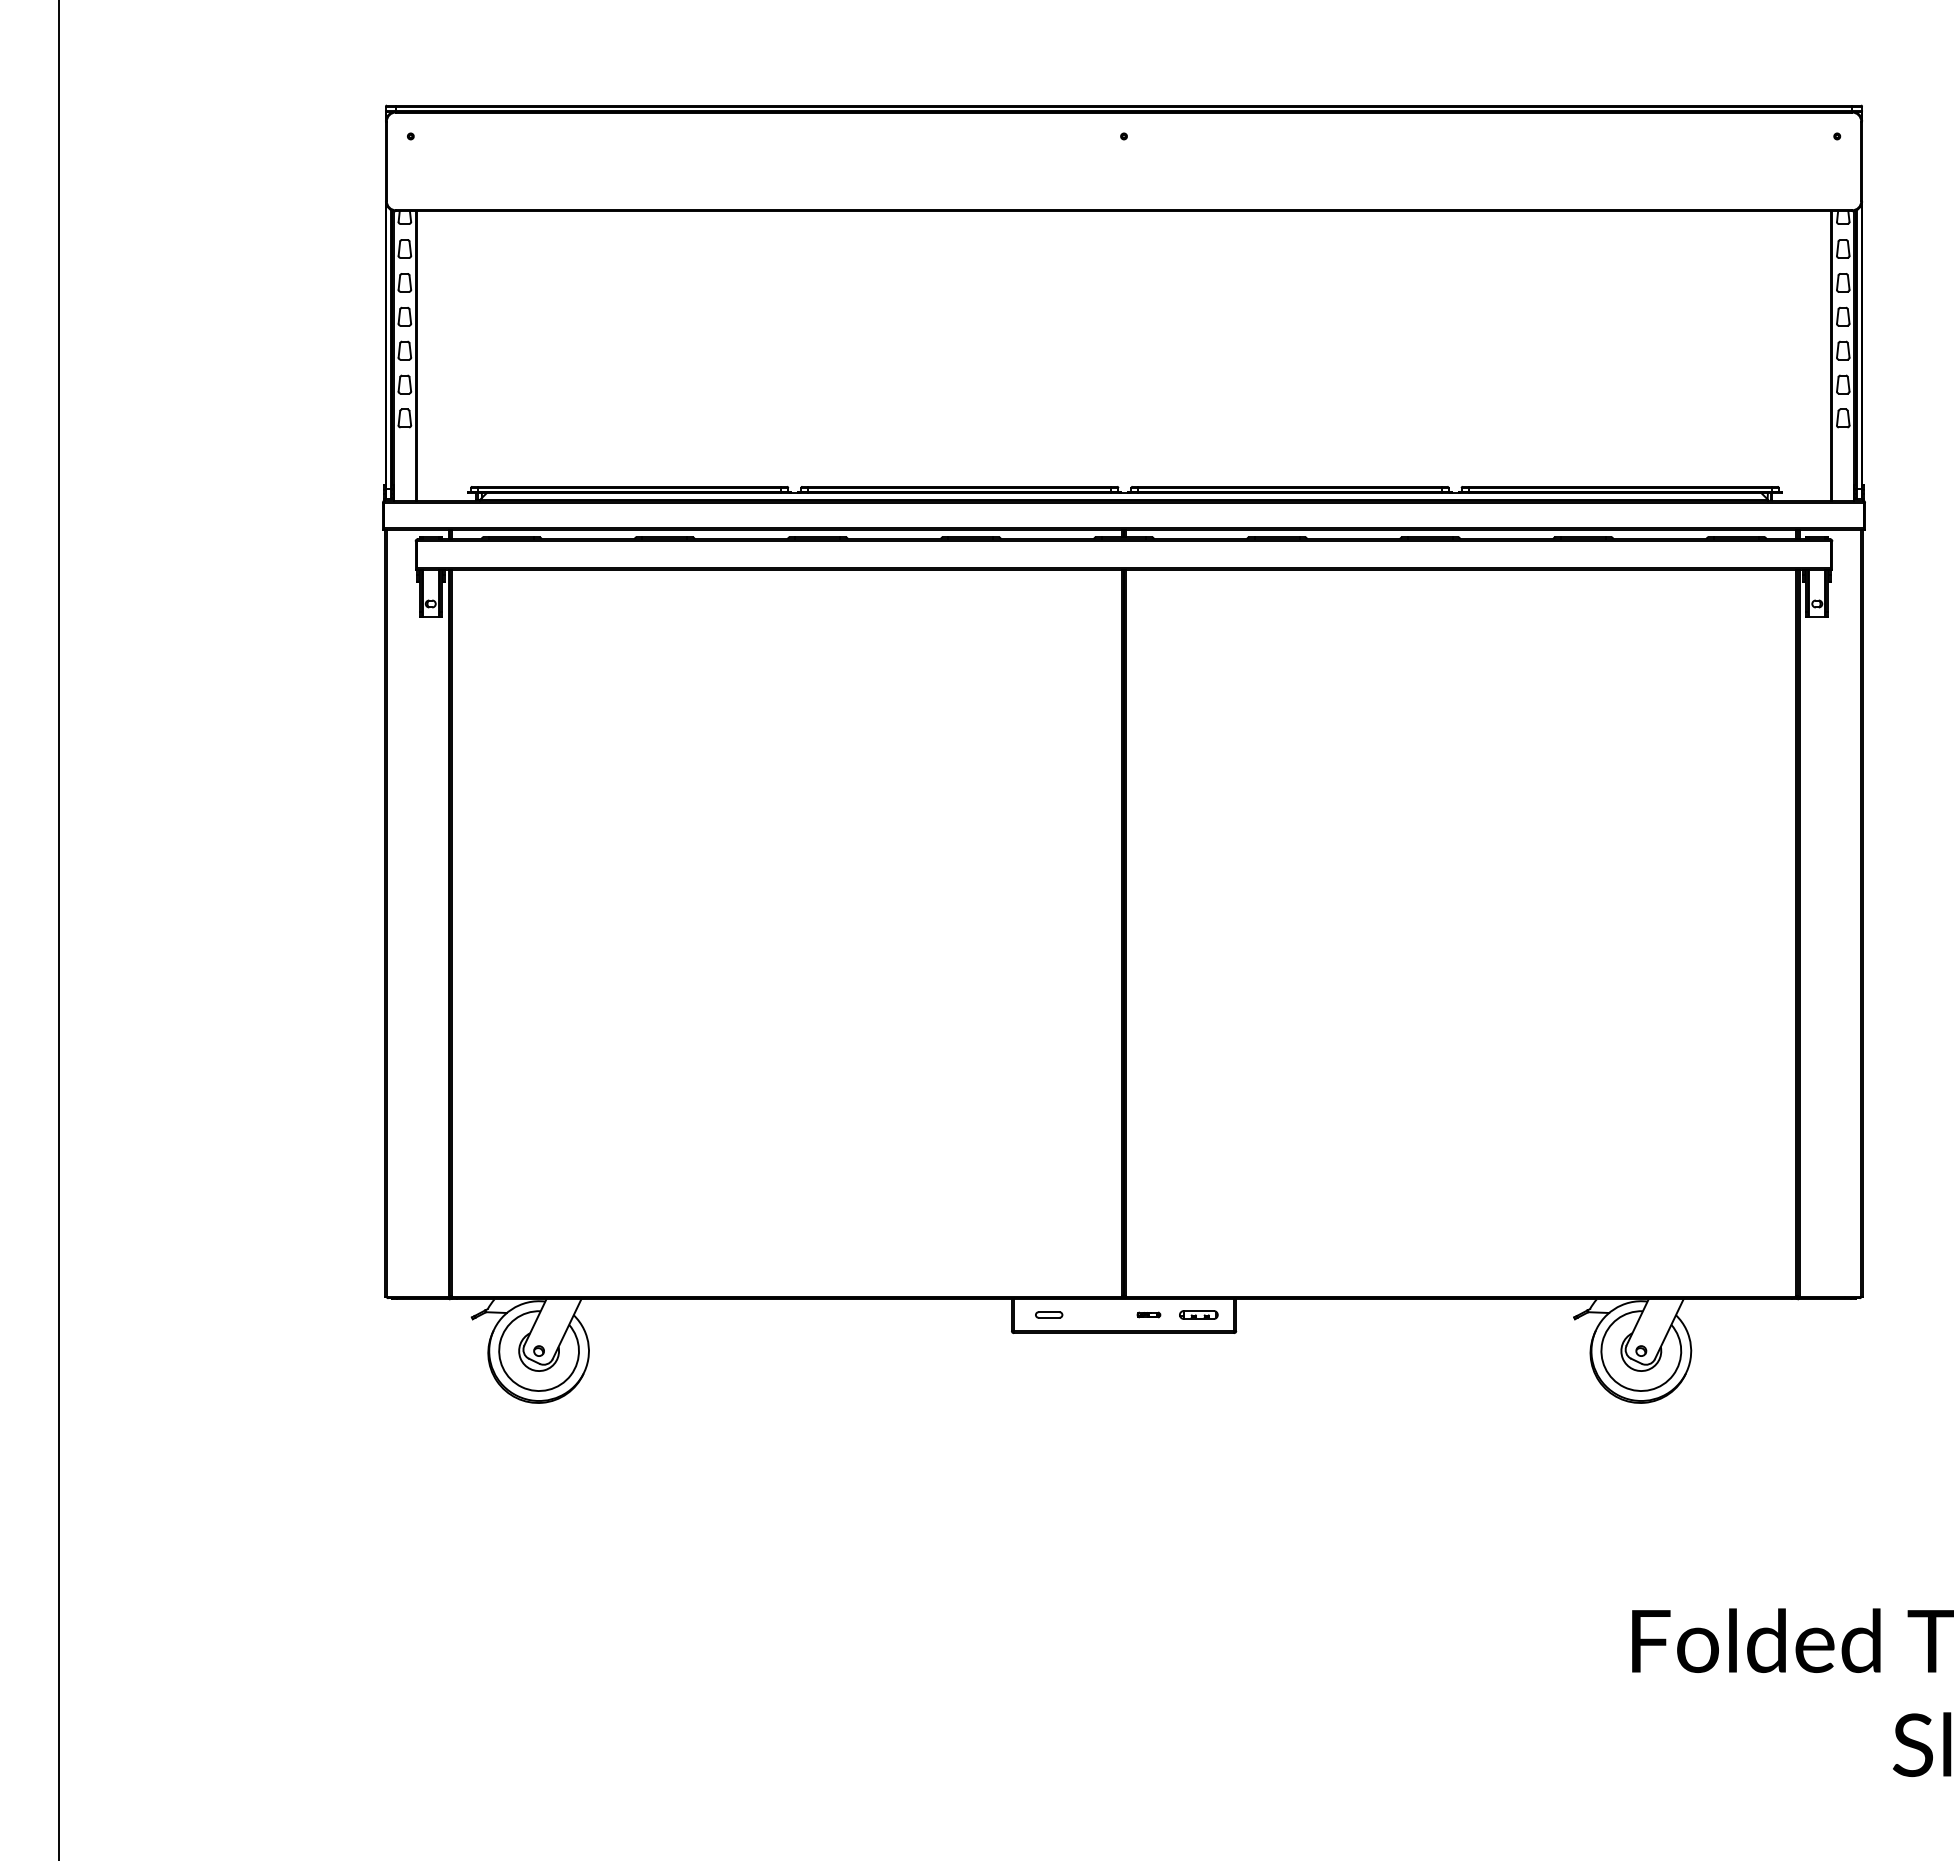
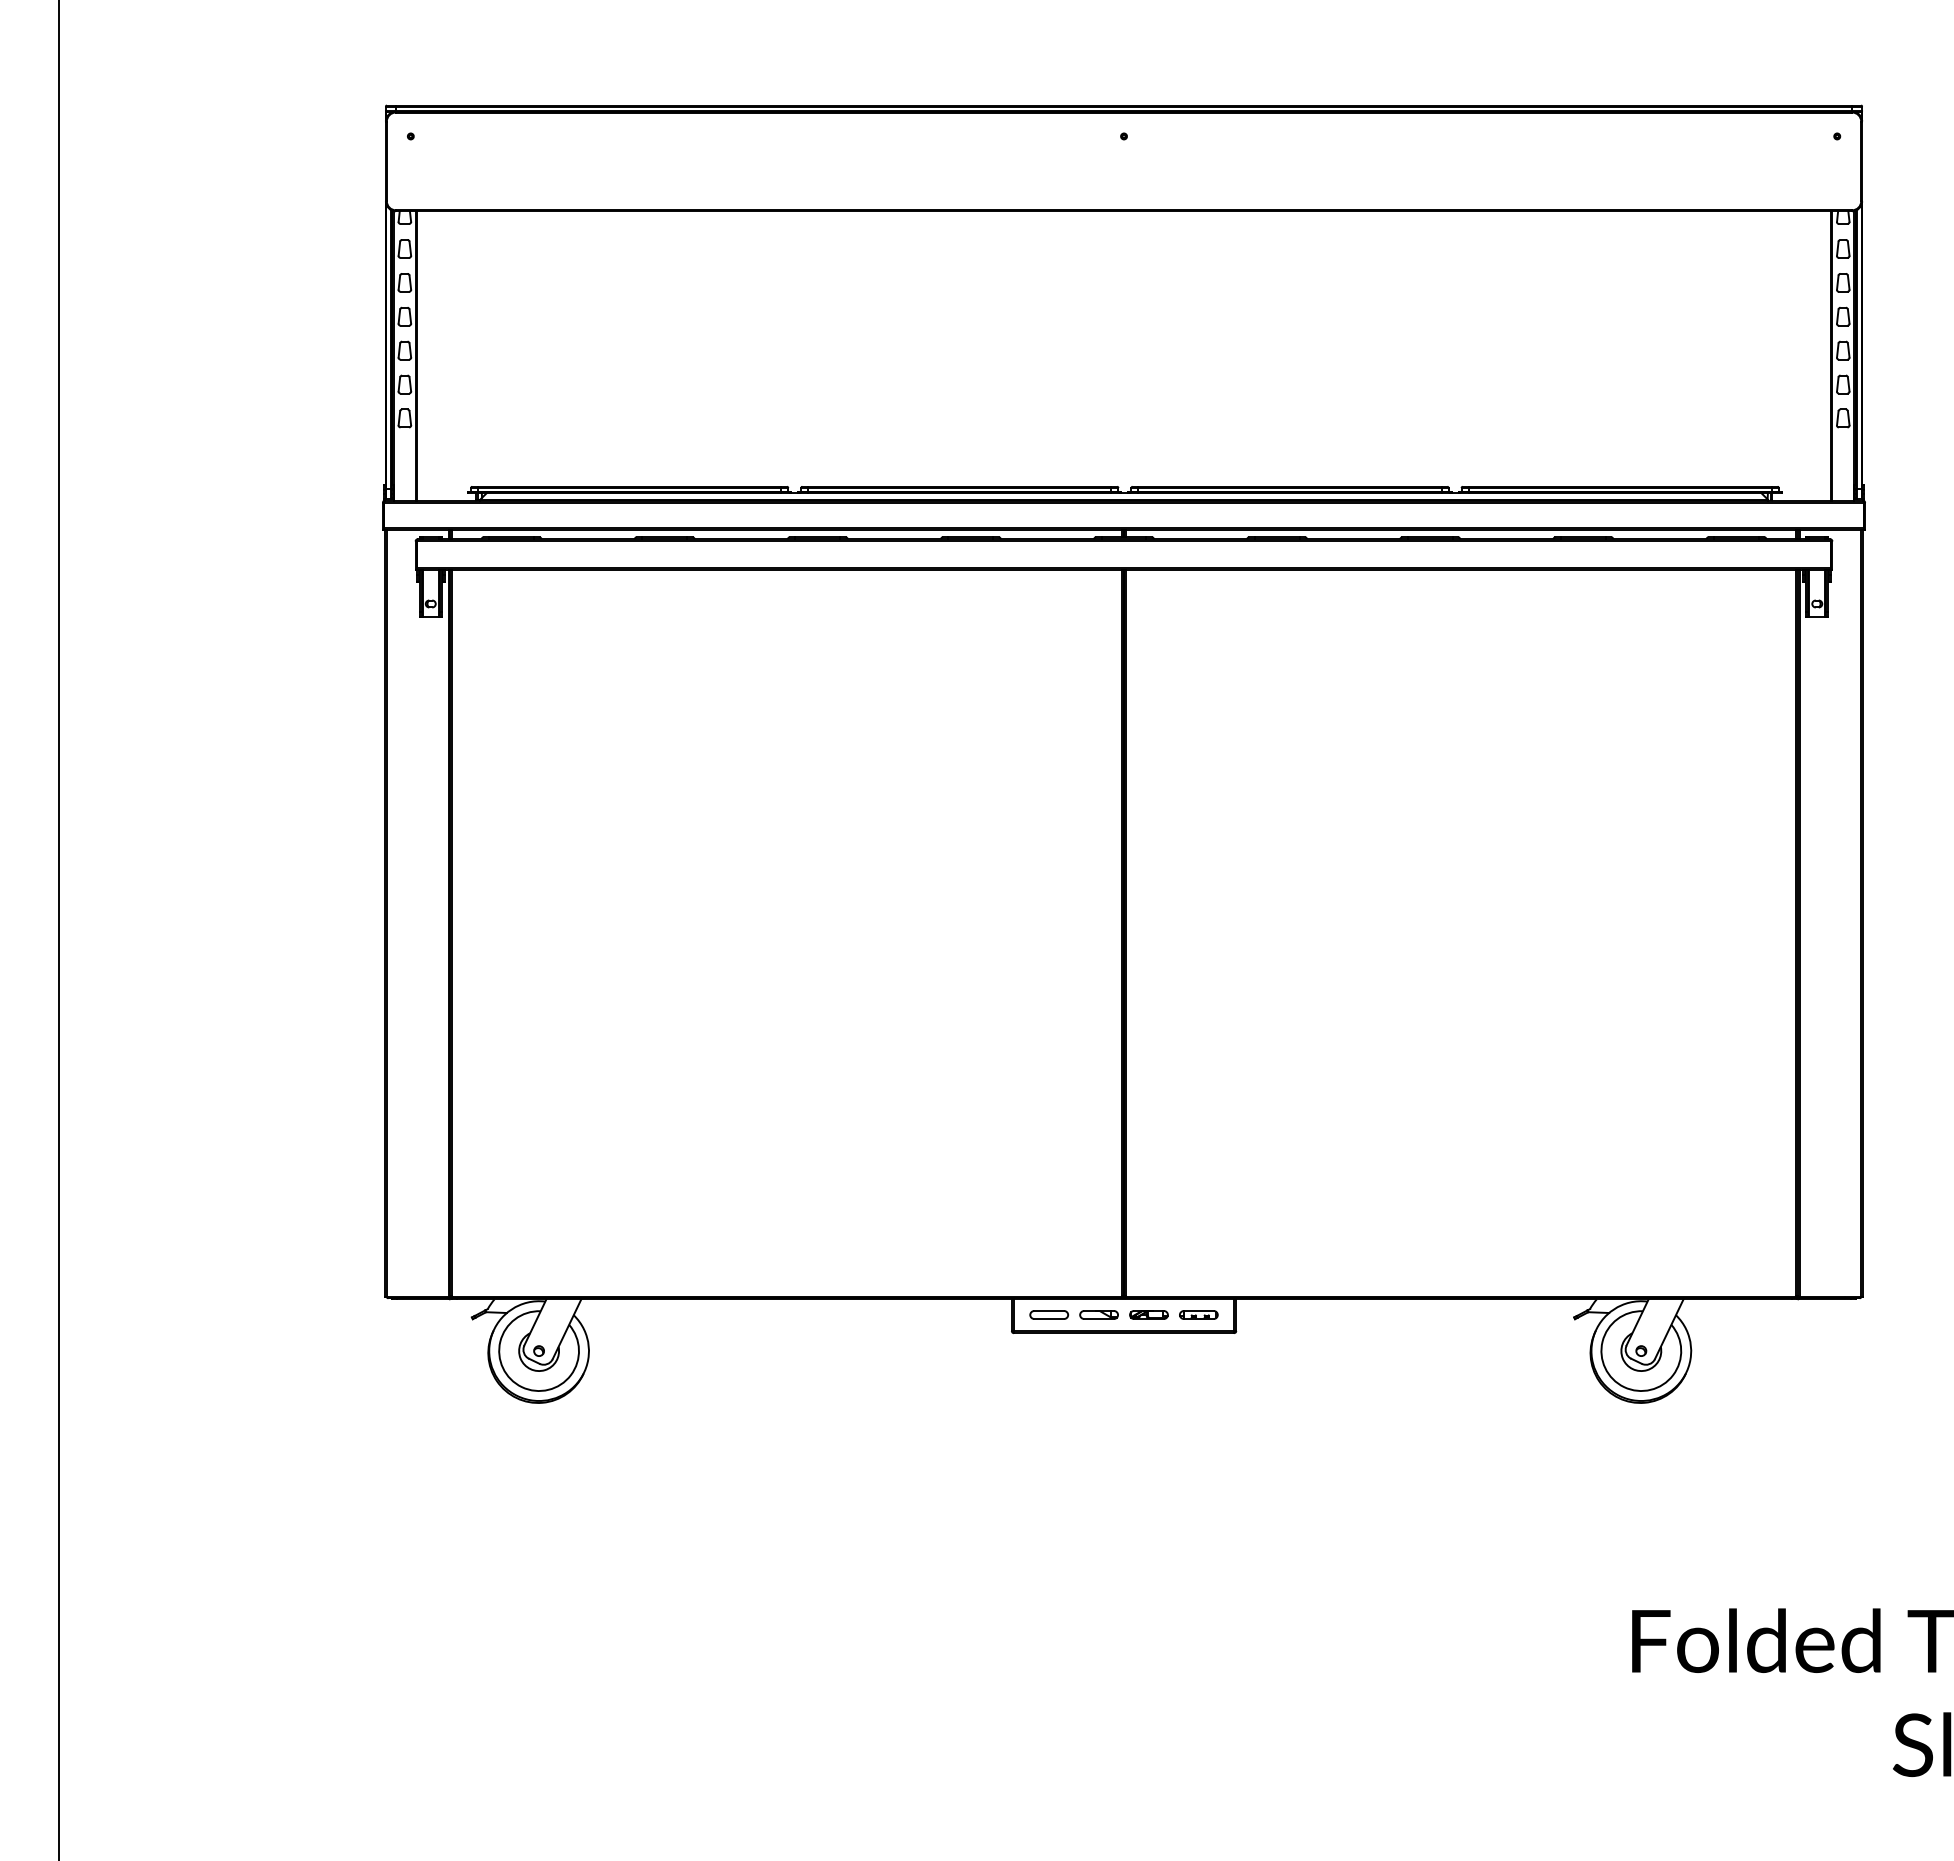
part at (1049, 1314) size: 29x8 px -> 40x10 px
part at (1098, 1314): none -> present
part at (1148, 1314) size: 26x8 px -> 40x10 px
